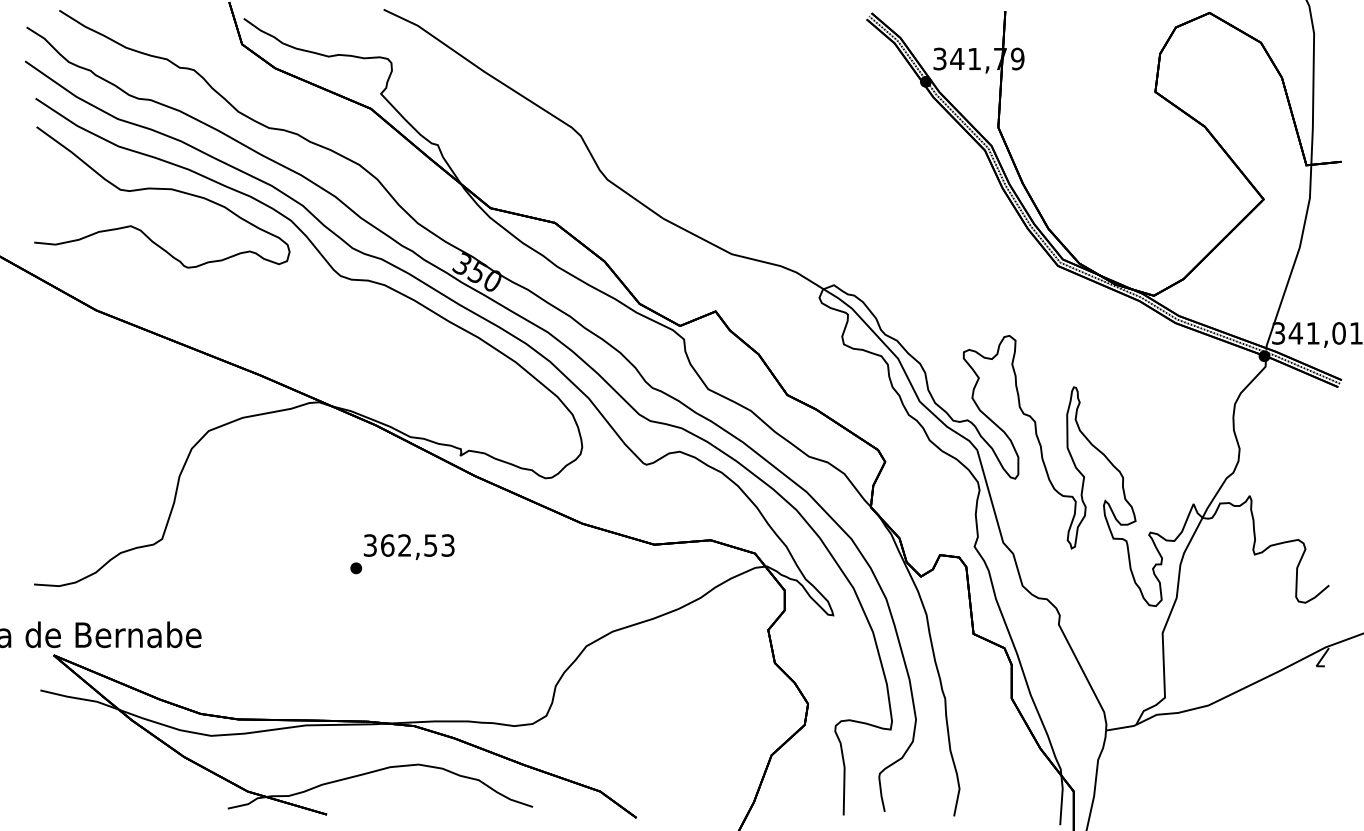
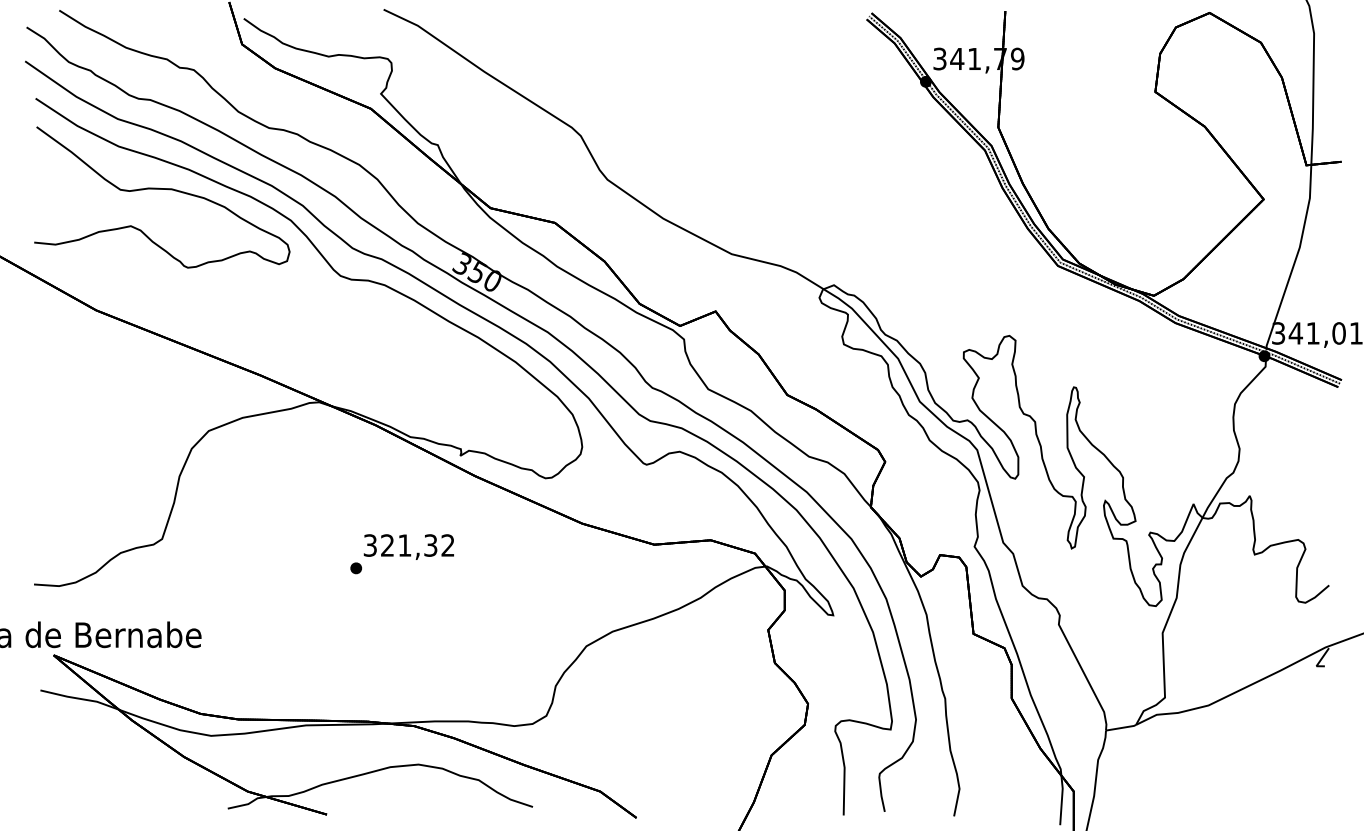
text at (417, 545): 362,53 -> 321,32
